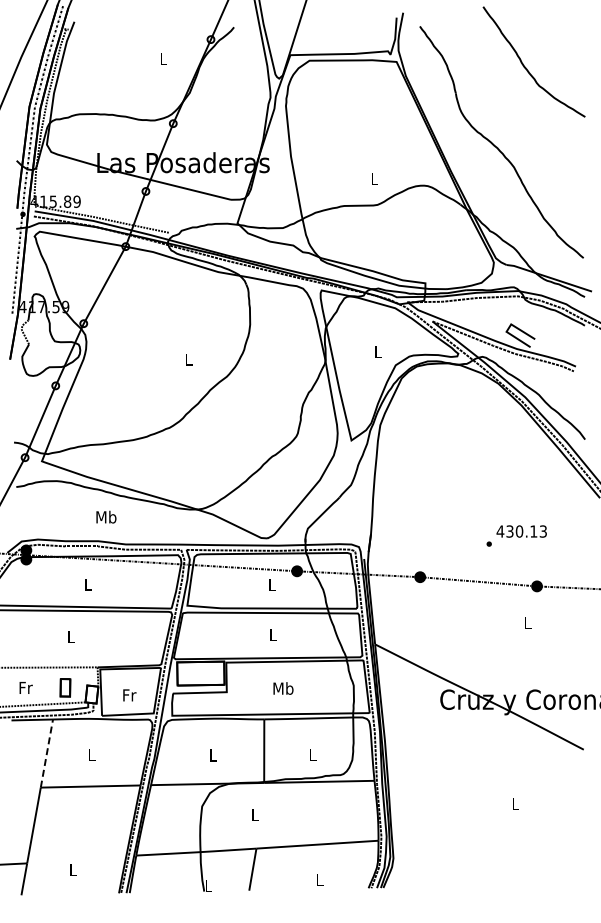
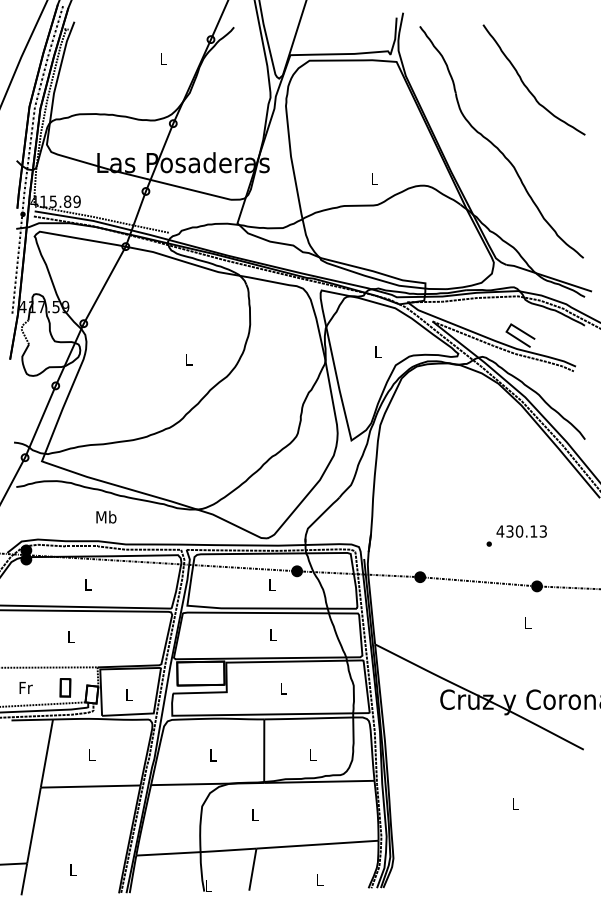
curve at (526, 67) position: (526, 67) -> (526, 85)
text at (283, 688): Mb -> L
text at (129, 695): Fr -> L
line at (46, 753): dashed -> solid
